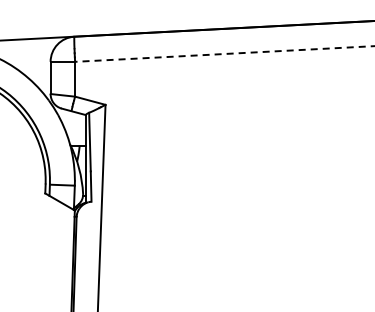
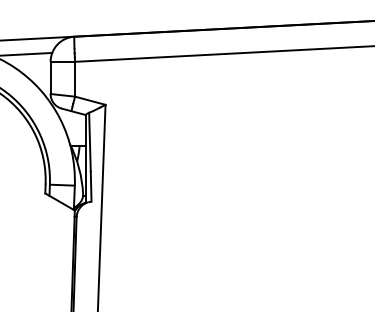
line at (27, 53): none -> present
line at (224, 54): dashed -> solid
